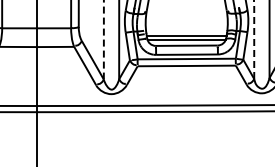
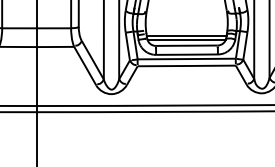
line at (103, 39): dashed -> solid
line at (254, 39): dashed -> solid
